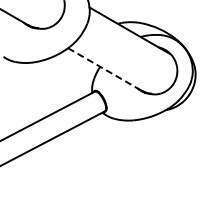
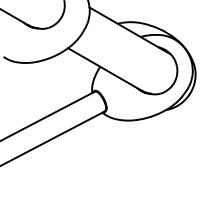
line at (105, 69): dashed -> solid
